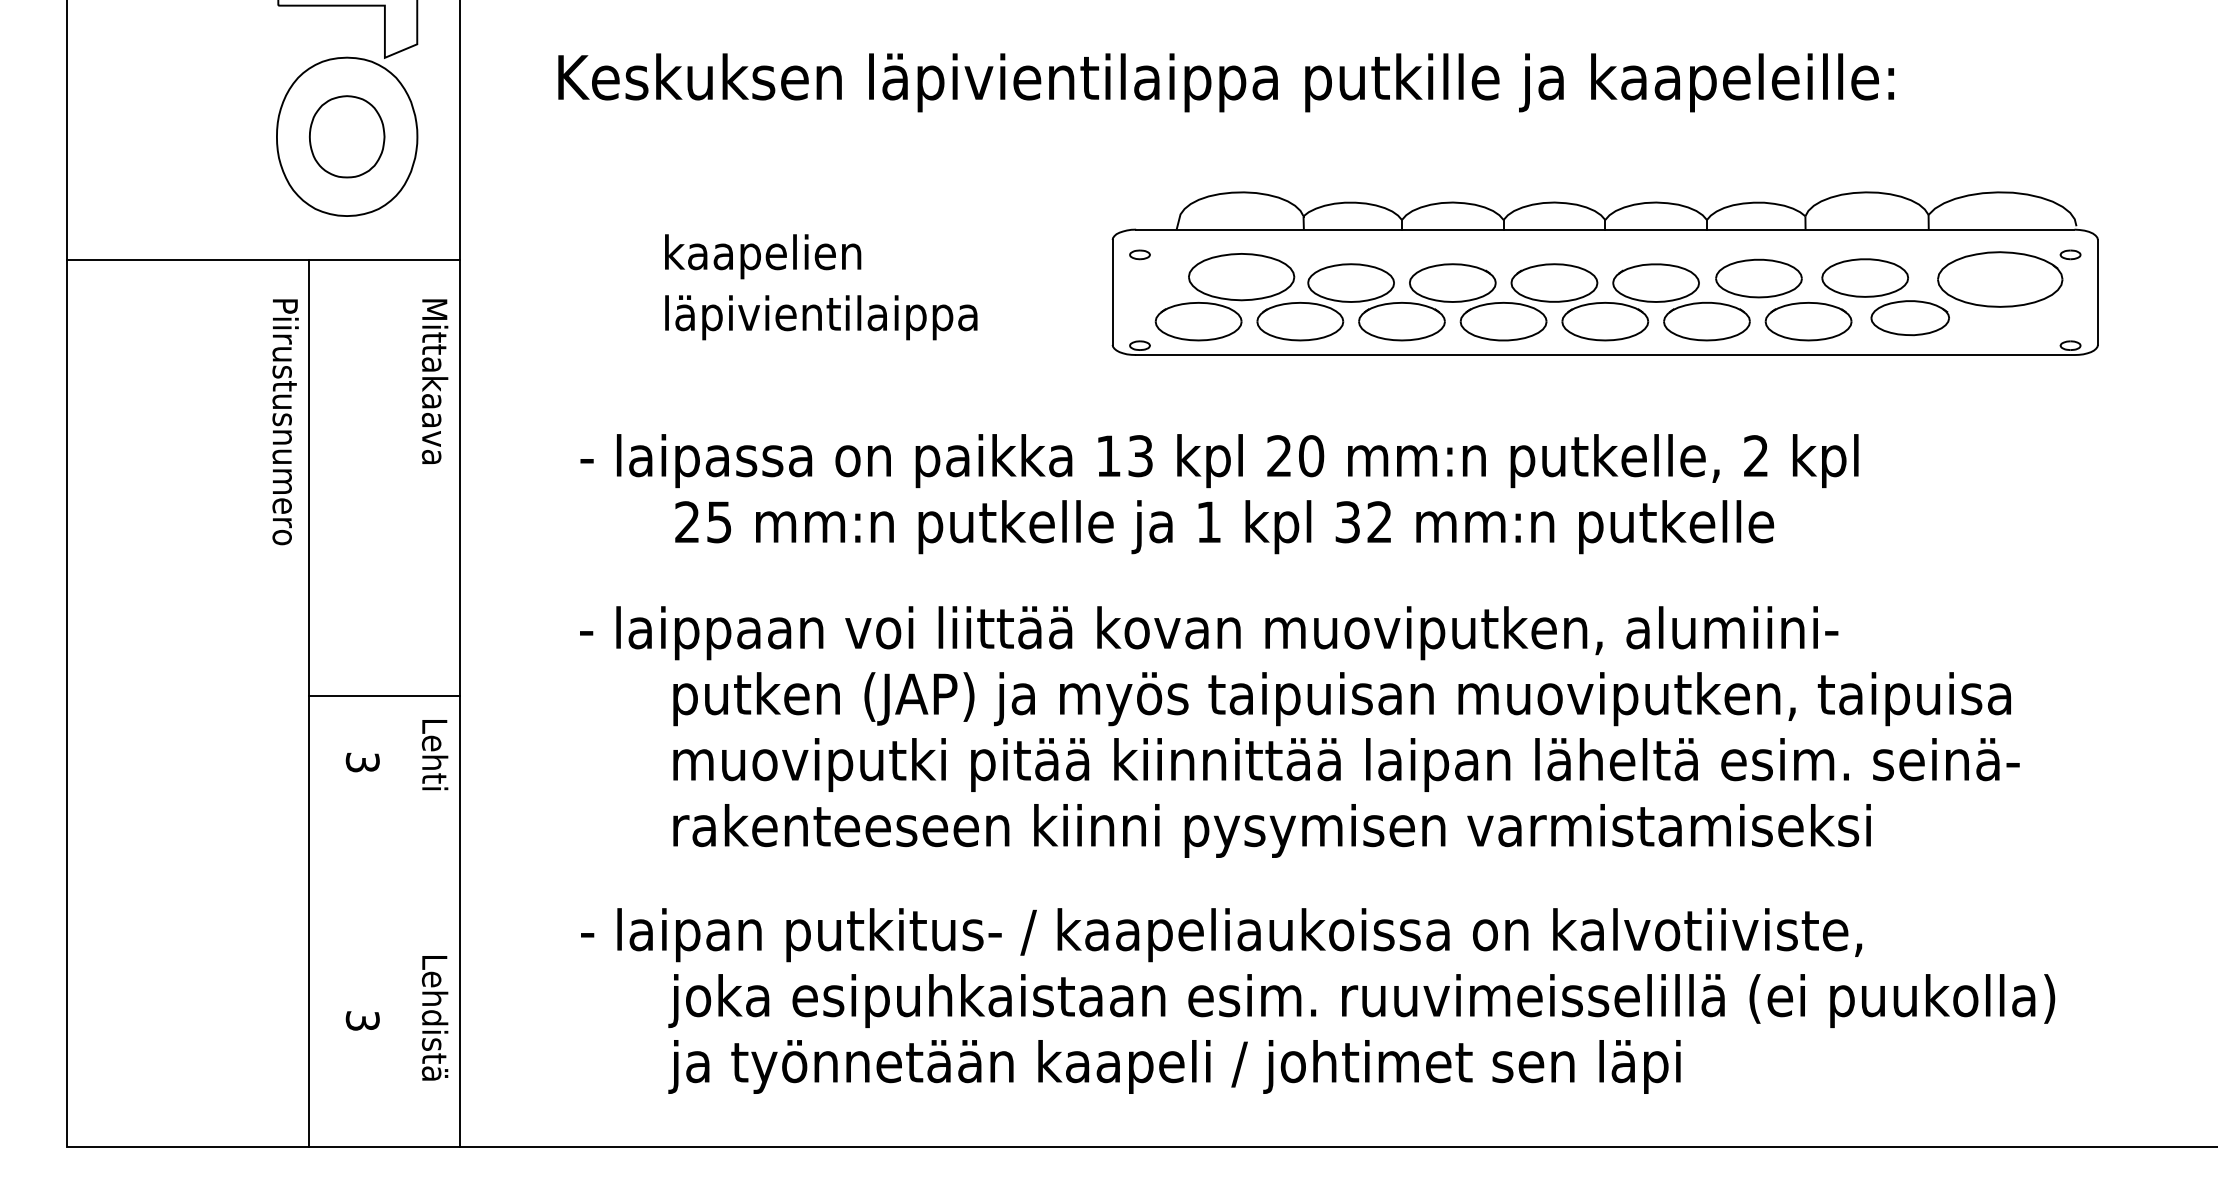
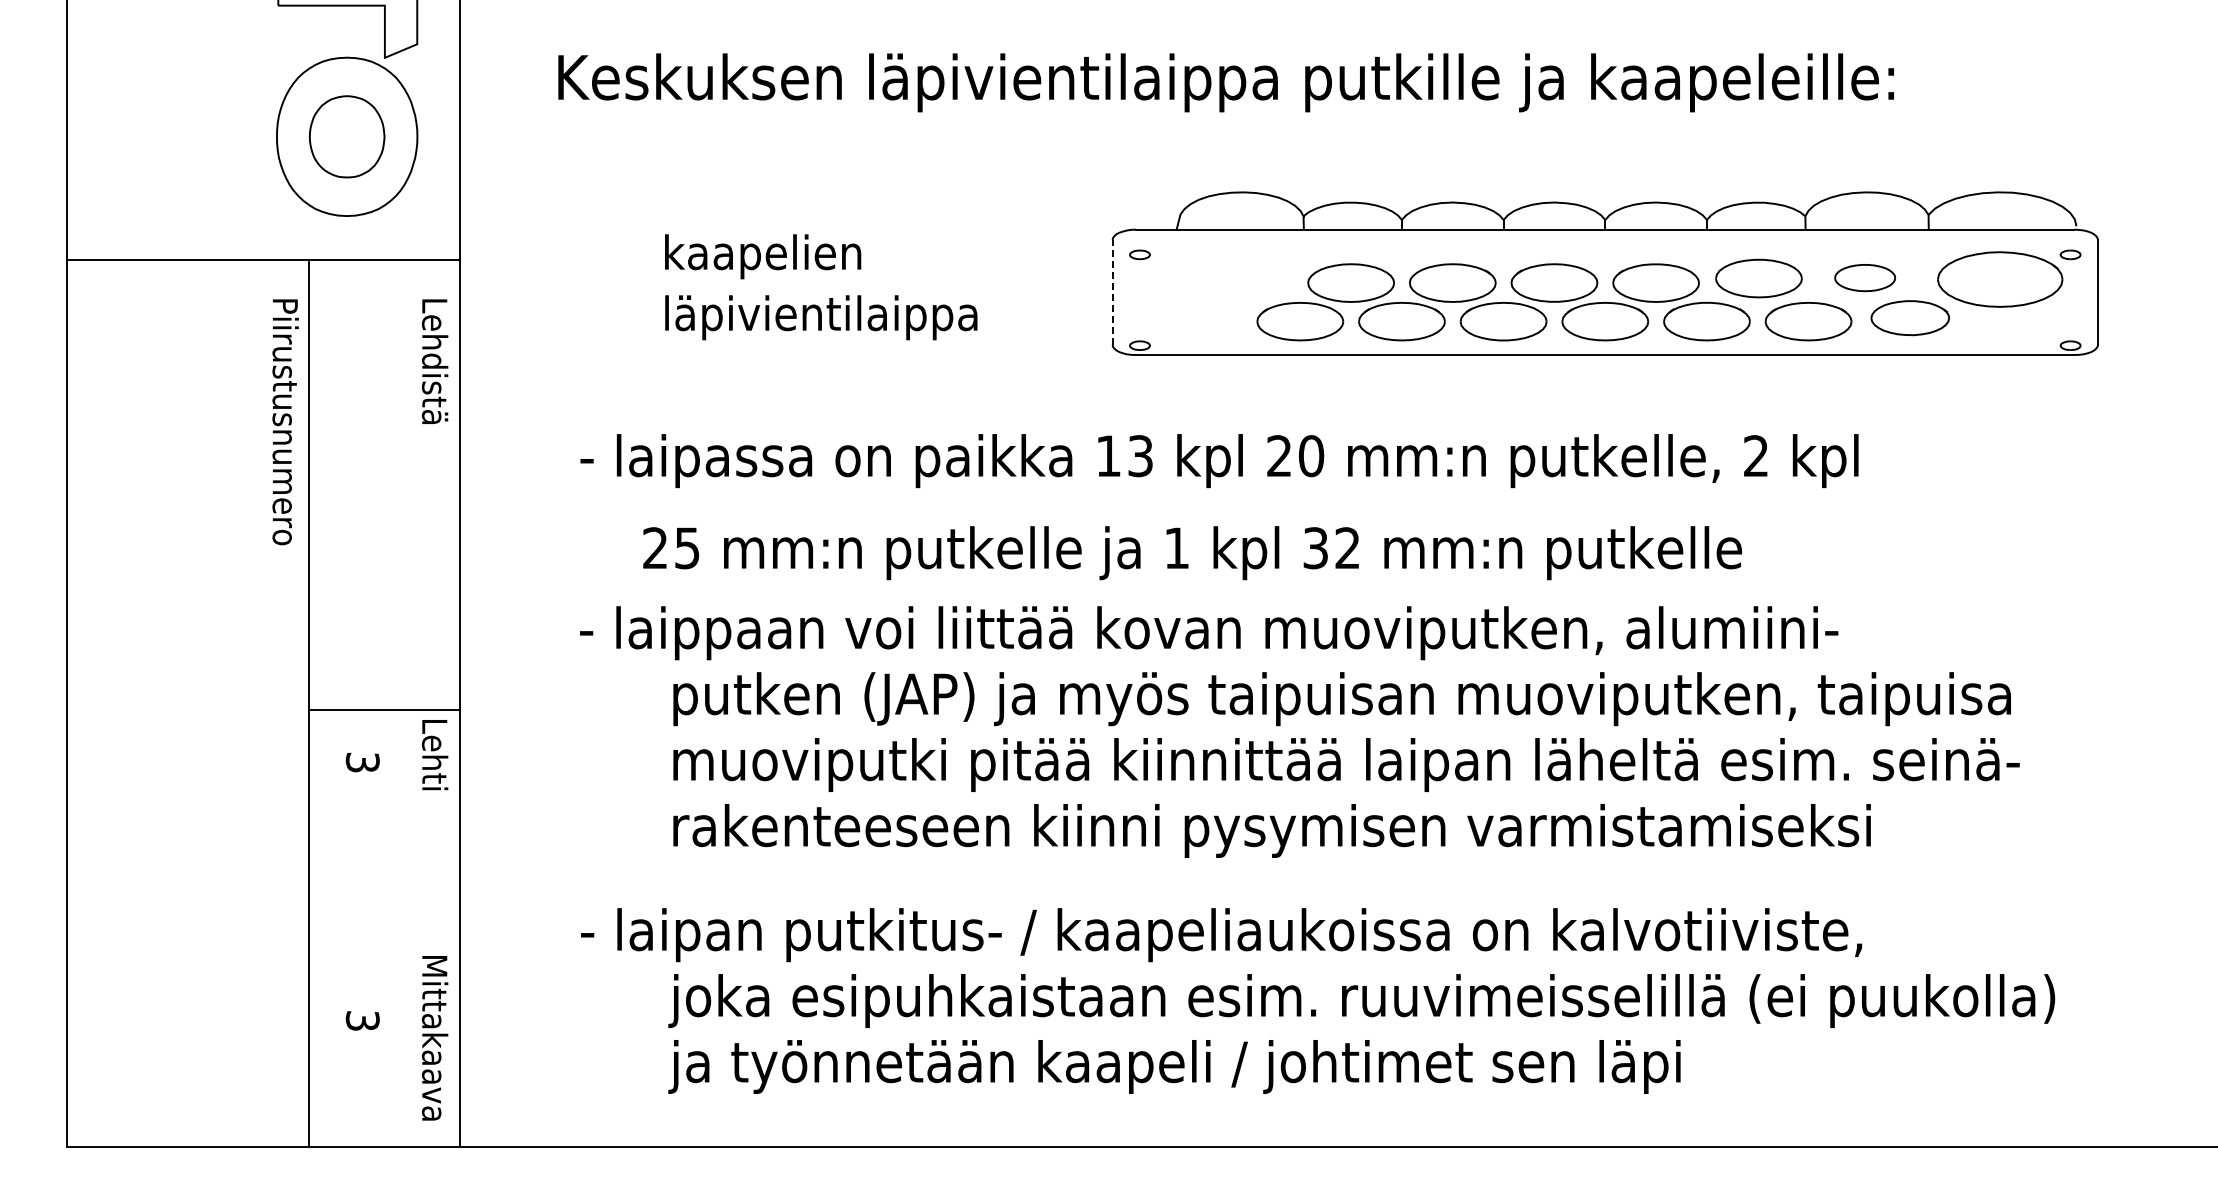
part at (1864, 277) size: 88x40 px -> 62x29 px
line at (1112, 291): solid -> dashed
part at (1224, 297): present -> none
text at (434, 382): Mittakaava -> Lehdistä
text at (1224, 527) position: (1224, 527) -> (1192, 553)
line at (384, 695) position: (384, 695) -> (384, 709)
text at (434, 1039): Lehdistä -> Mittakaava
